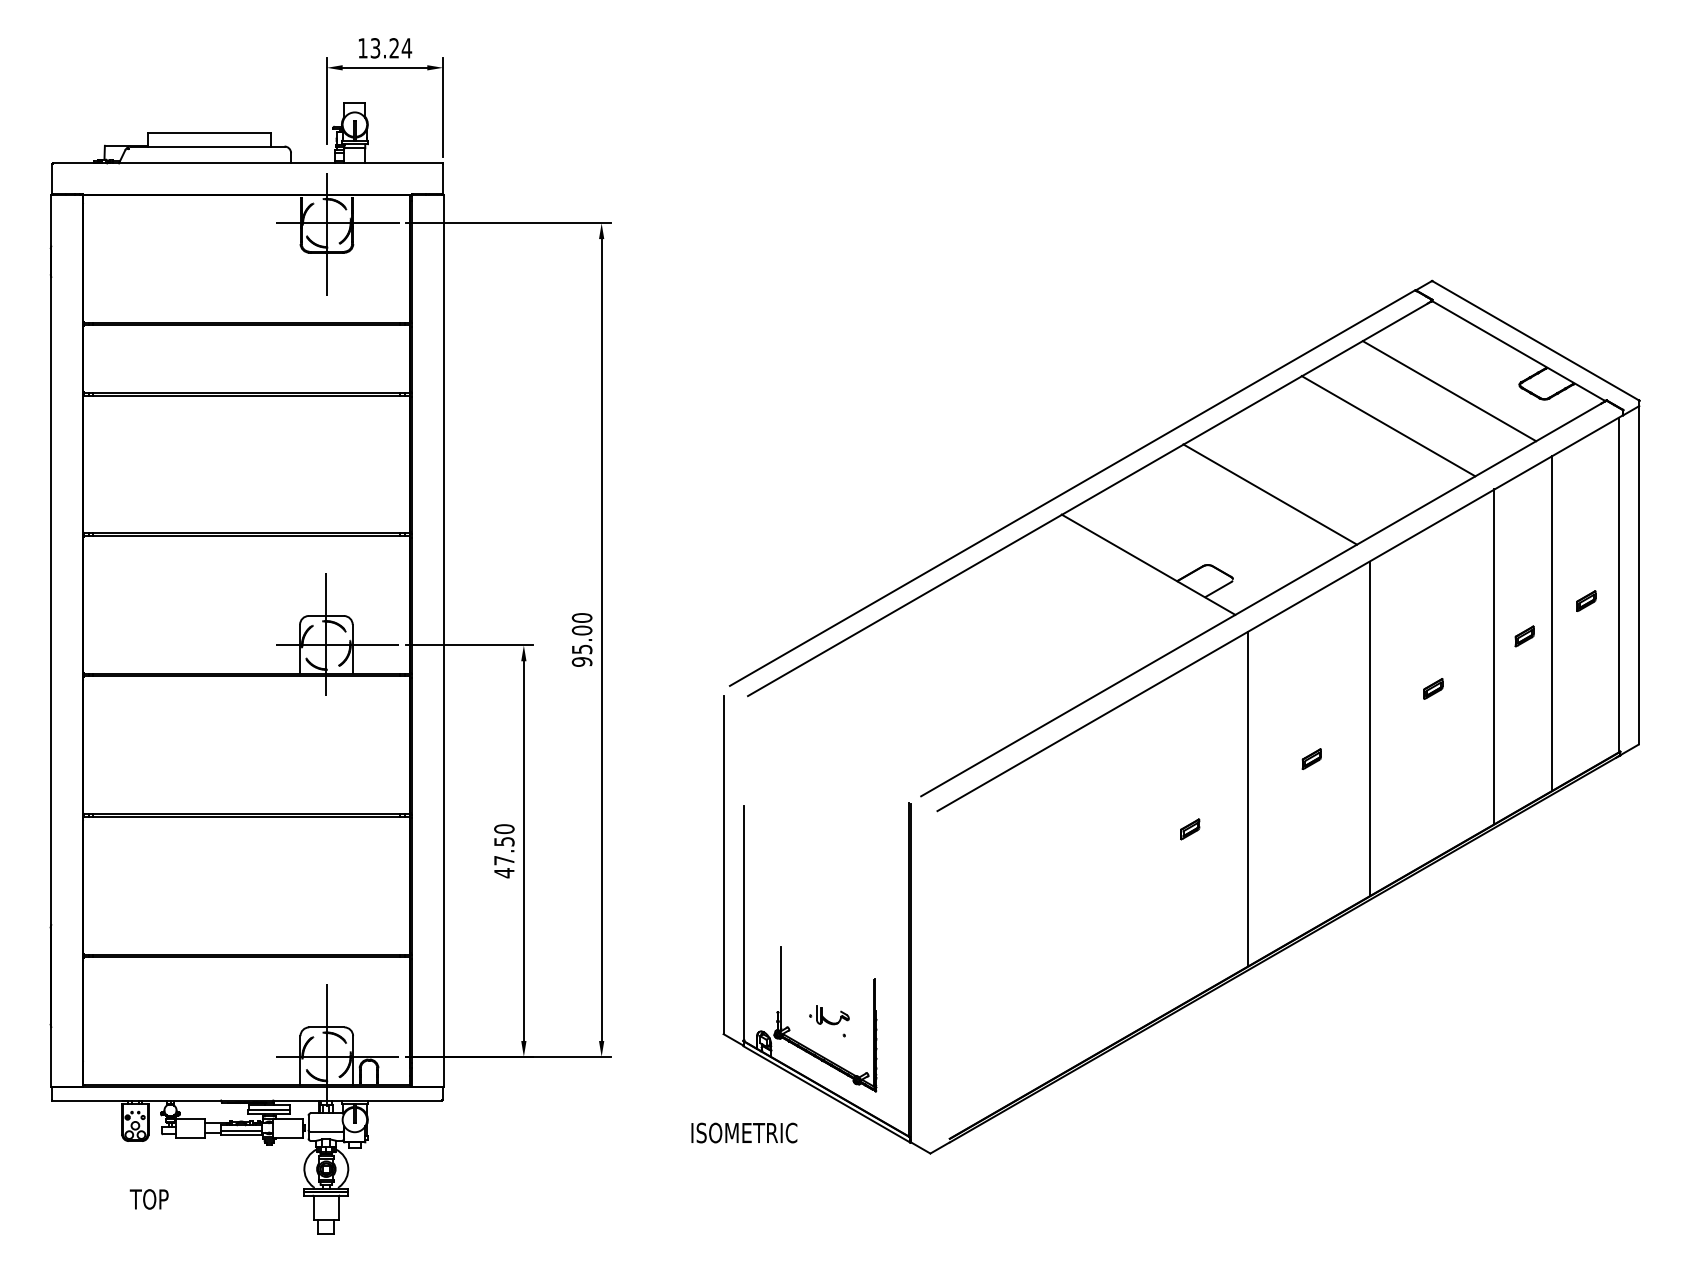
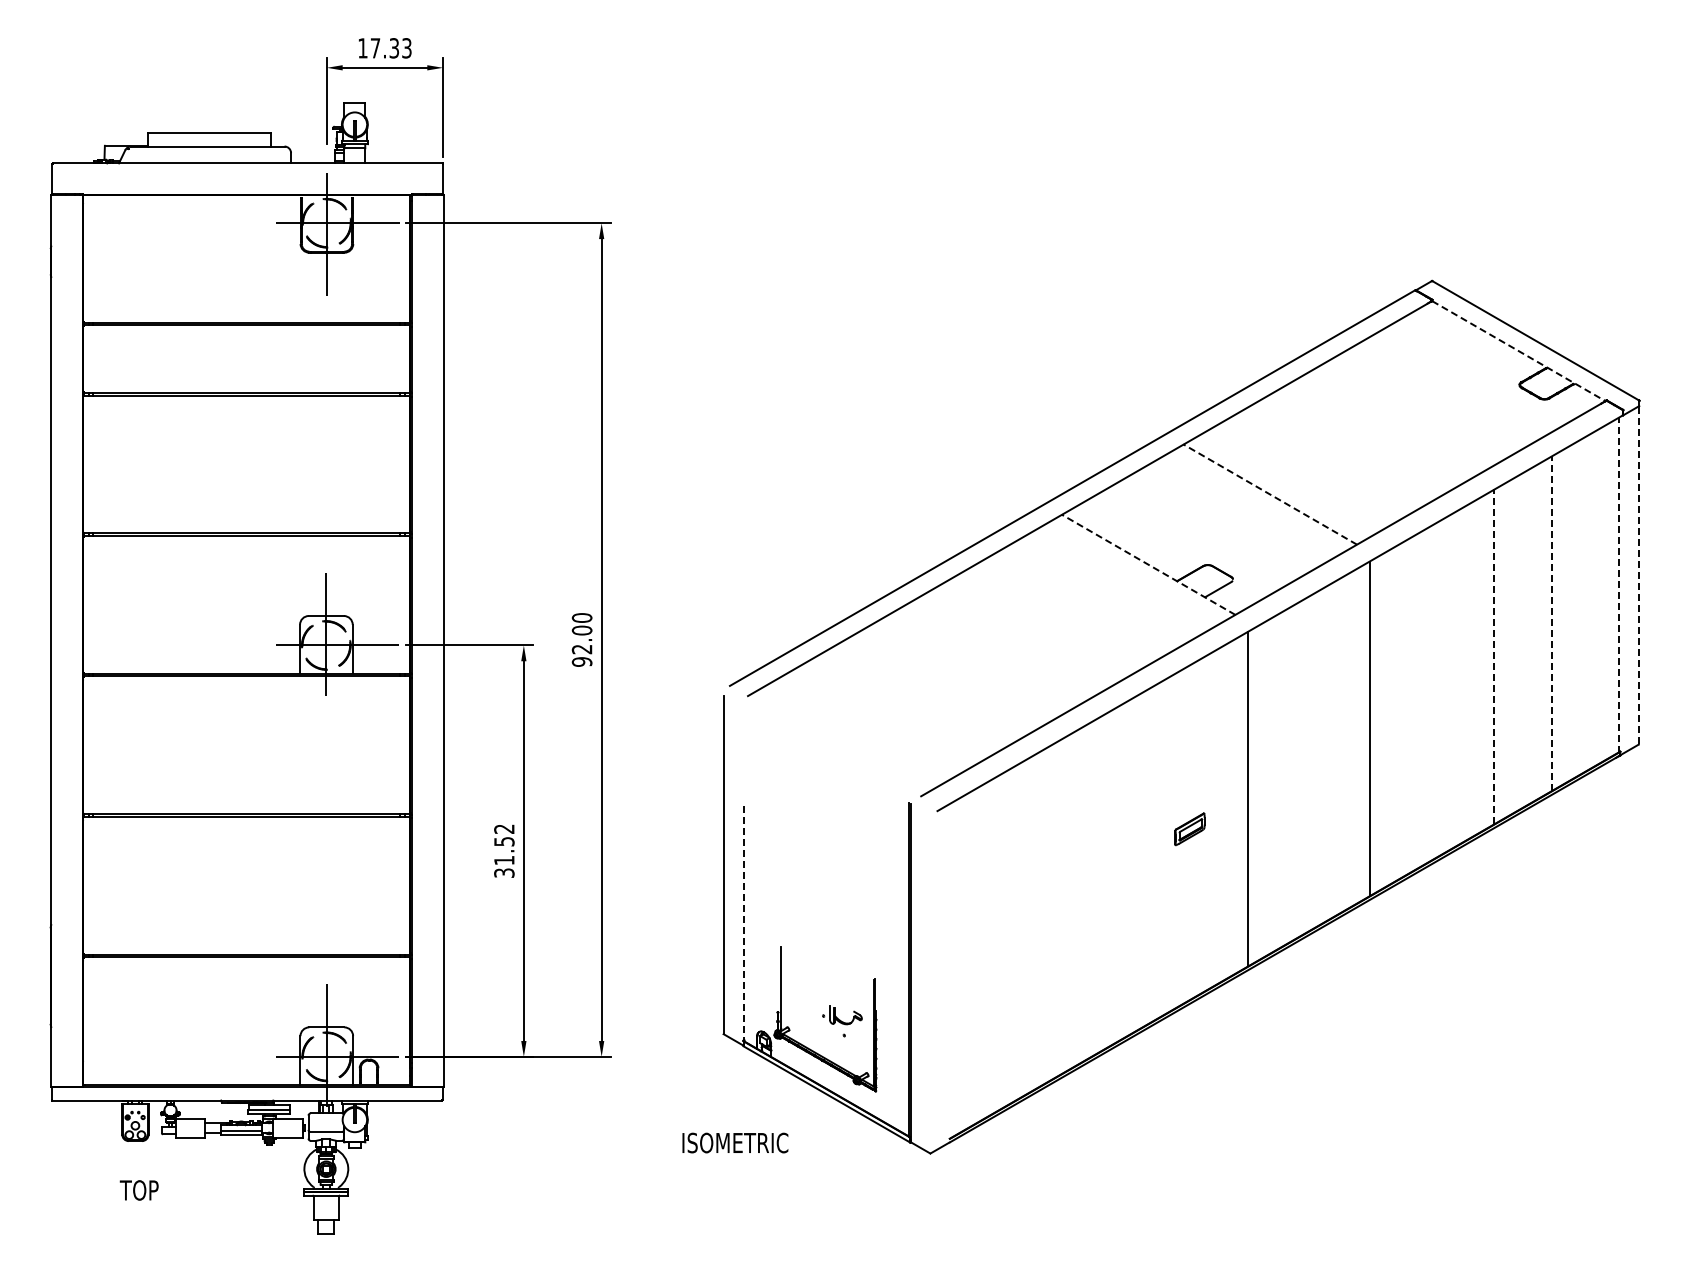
text at (391, 48): 13.24 -> 17.33
line at (1518, 351): solid -> dashed
line at (1449, 391): present -> none
line at (1388, 426): present -> none
line at (1269, 494): solid -> dashed
line at (1148, 564): solid -> dashed
line at (1638, 574): solid -> dashed
line at (1618, 584): solid -> dashed
part at (1586, 600): present -> none
line at (1552, 623): solid -> dashed
part at (1524, 636): present -> none
text at (581, 649): 95.00 -> 92.00
line at (1494, 655): solid -> dashed
part at (1433, 688): present -> none
part at (1311, 758): present -> none
part at (1190, 829) size: 21x23 px -> 32x35 px
text at (504, 851): 47.50 -> 31.52
line at (744, 923): solid -> dashed
part at (829, 1015) position: (829, 1015) -> (842, 1015)
text at (744, 1132) position: (744, 1132) -> (735, 1142)
text at (148, 1199) position: (148, 1199) -> (138, 1190)
